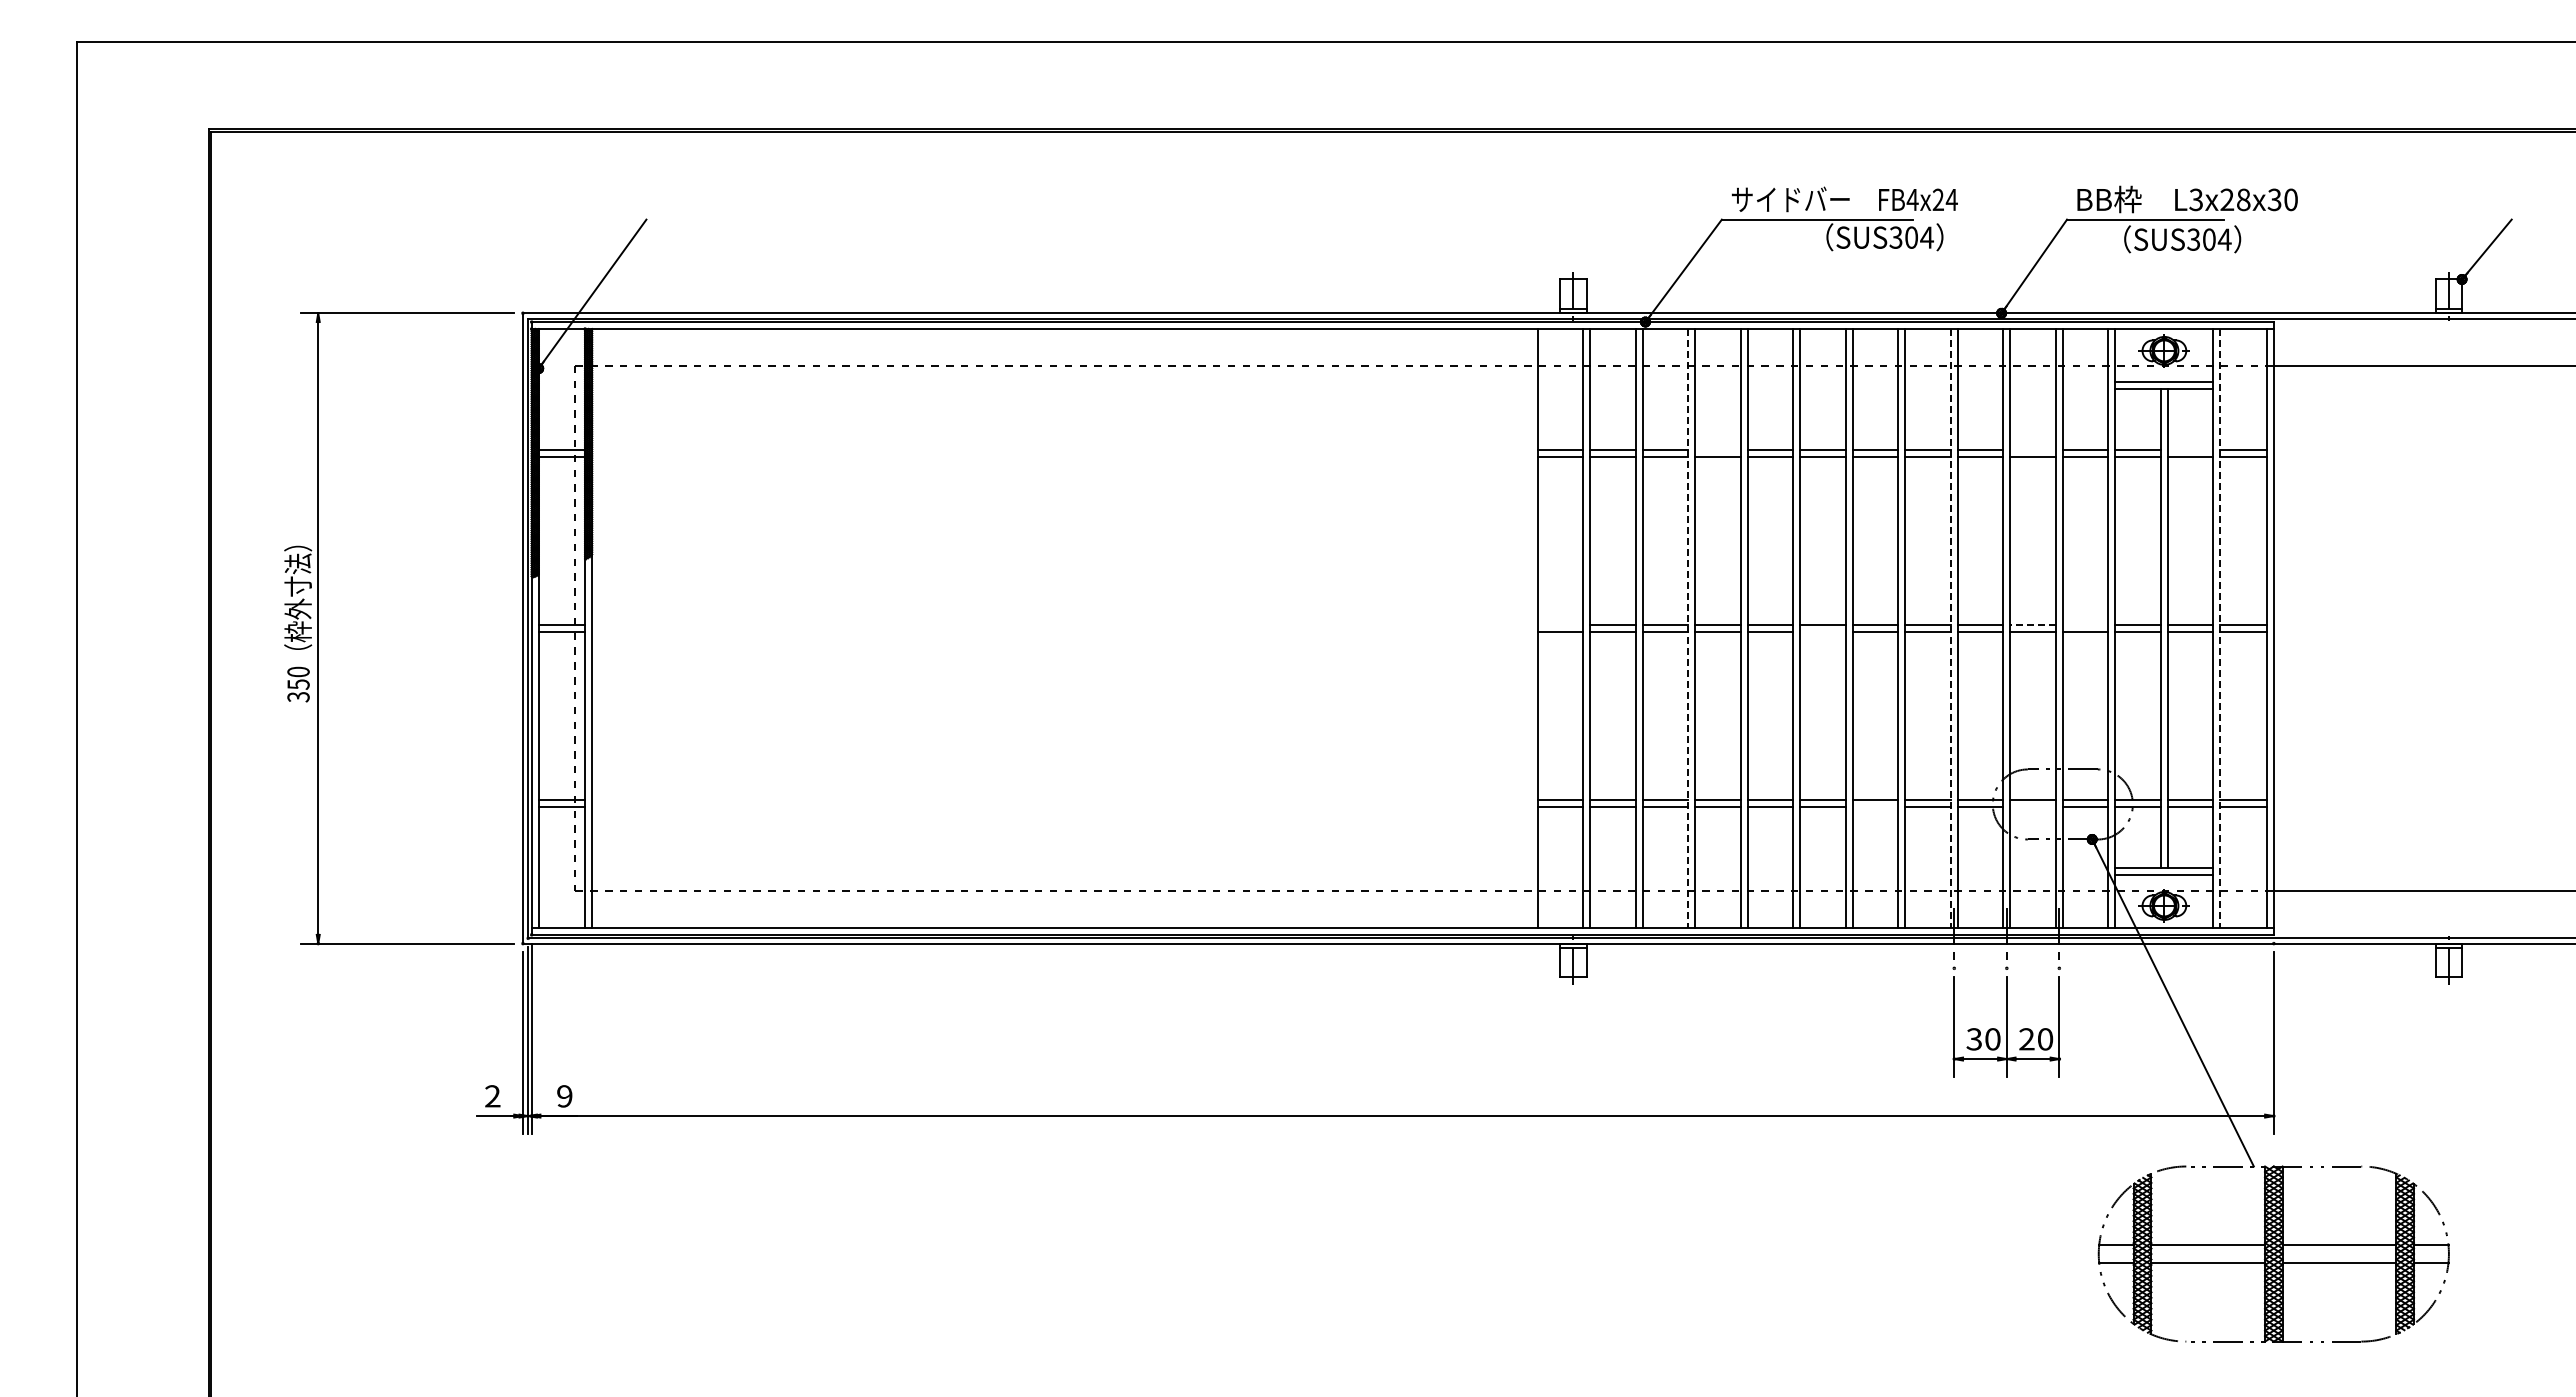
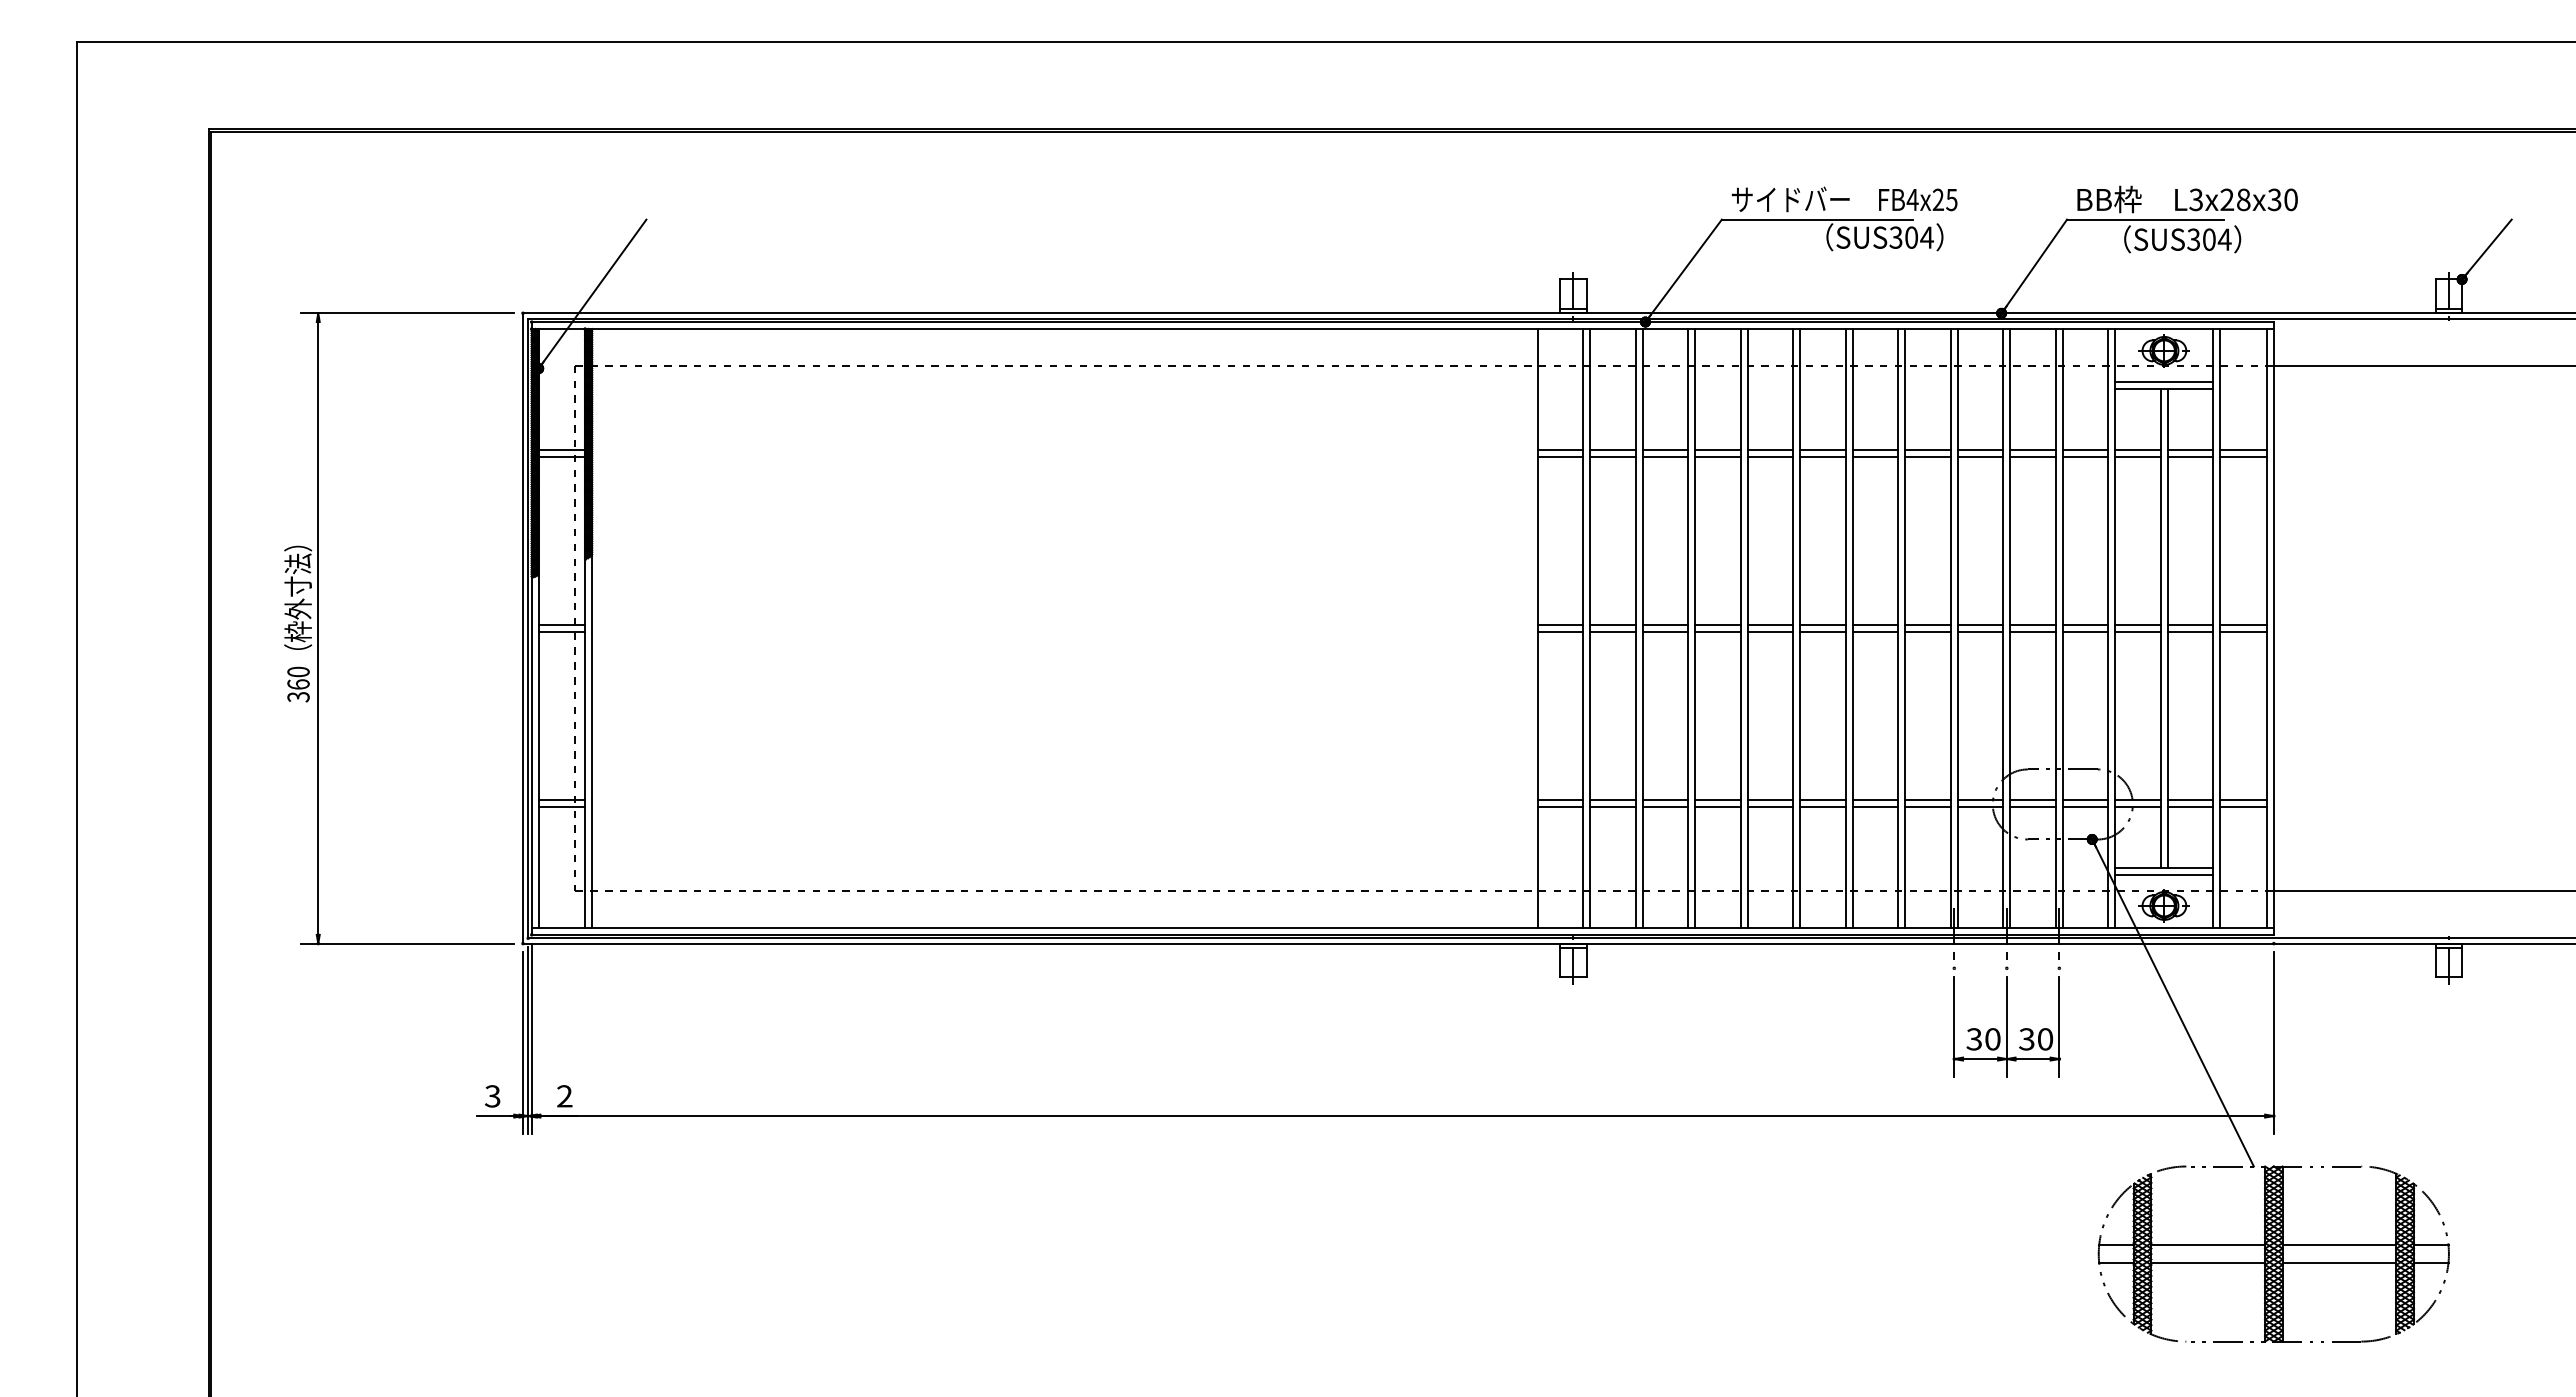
text at (1951, 200): FB4x24 -> FB4x25
line at (1717, 449): none -> present
line at (2032, 449): none -> present
line at (2190, 449): none -> present
line at (1560, 624): none -> present
line at (2033, 624): dashed -> solid
line at (2085, 624): none -> present
line at (1688, 628): dashed -> solid
line at (1950, 628): dashed -> solid
line at (2220, 628): dashed -> solid
line at (1822, 631): none -> present
text at (298, 684): 350 -> 360
line at (1875, 807): none -> present
line at (2032, 807): none -> present
text at (2026, 1039): 20 -> 30
text at (492, 1096): 2 -> 3
text at (564, 1096): 9 -> 2
